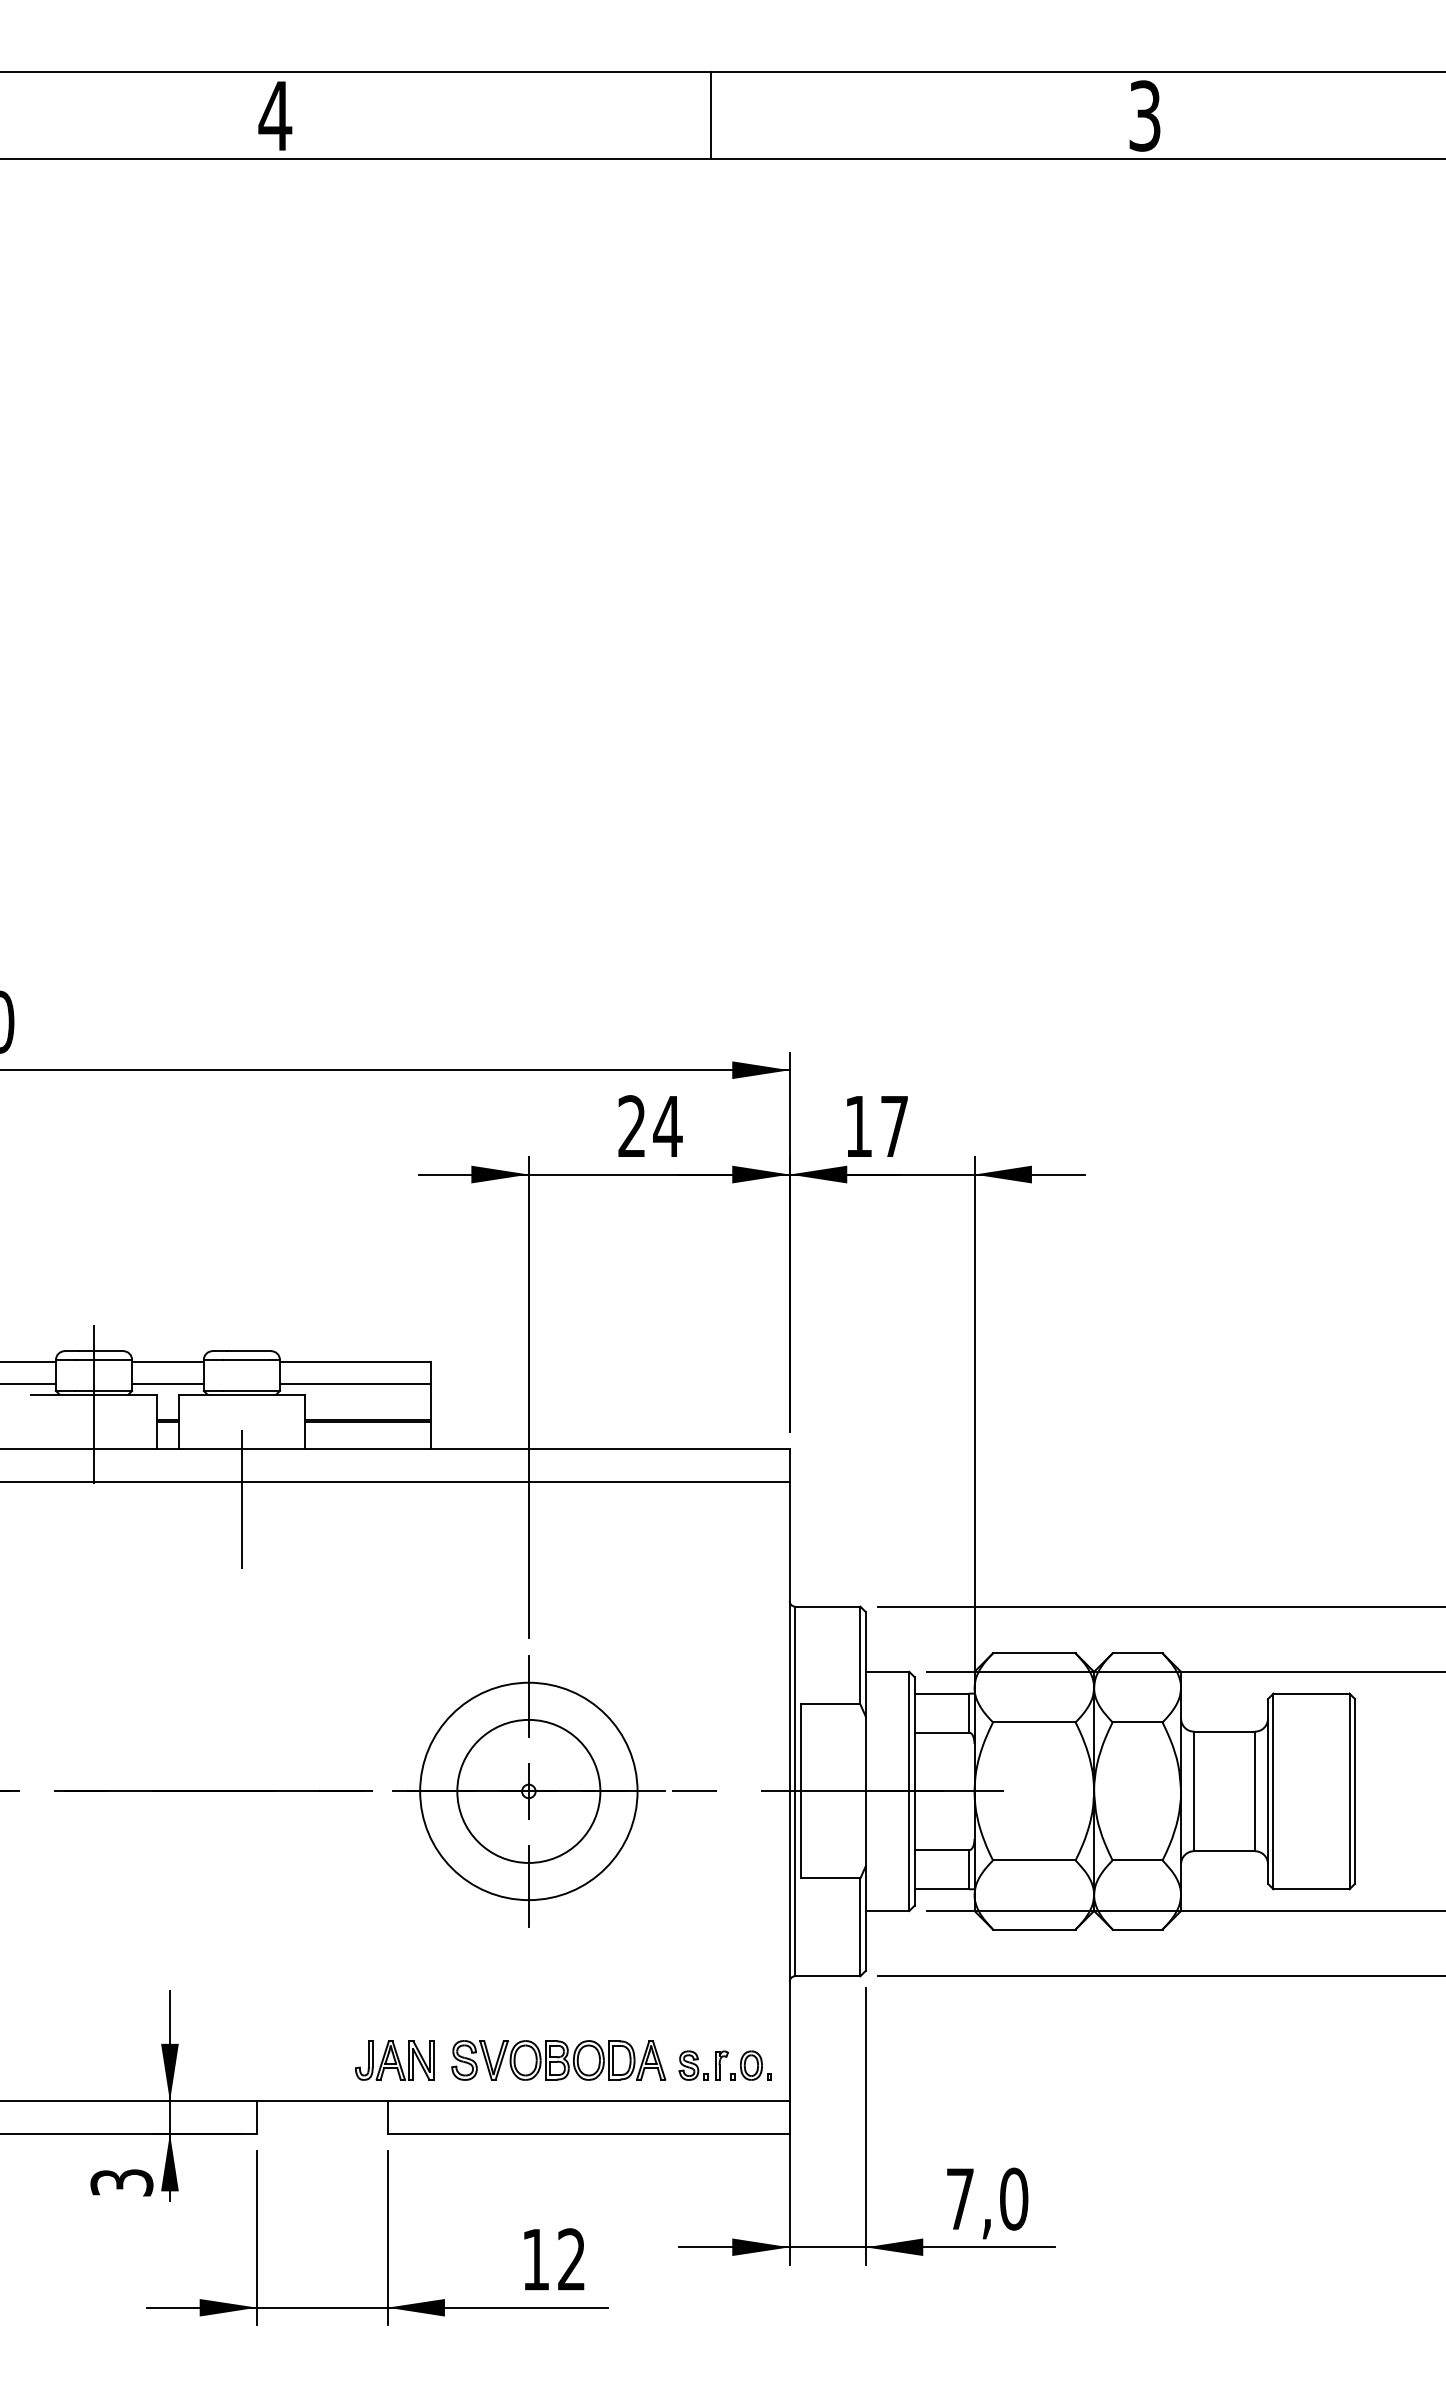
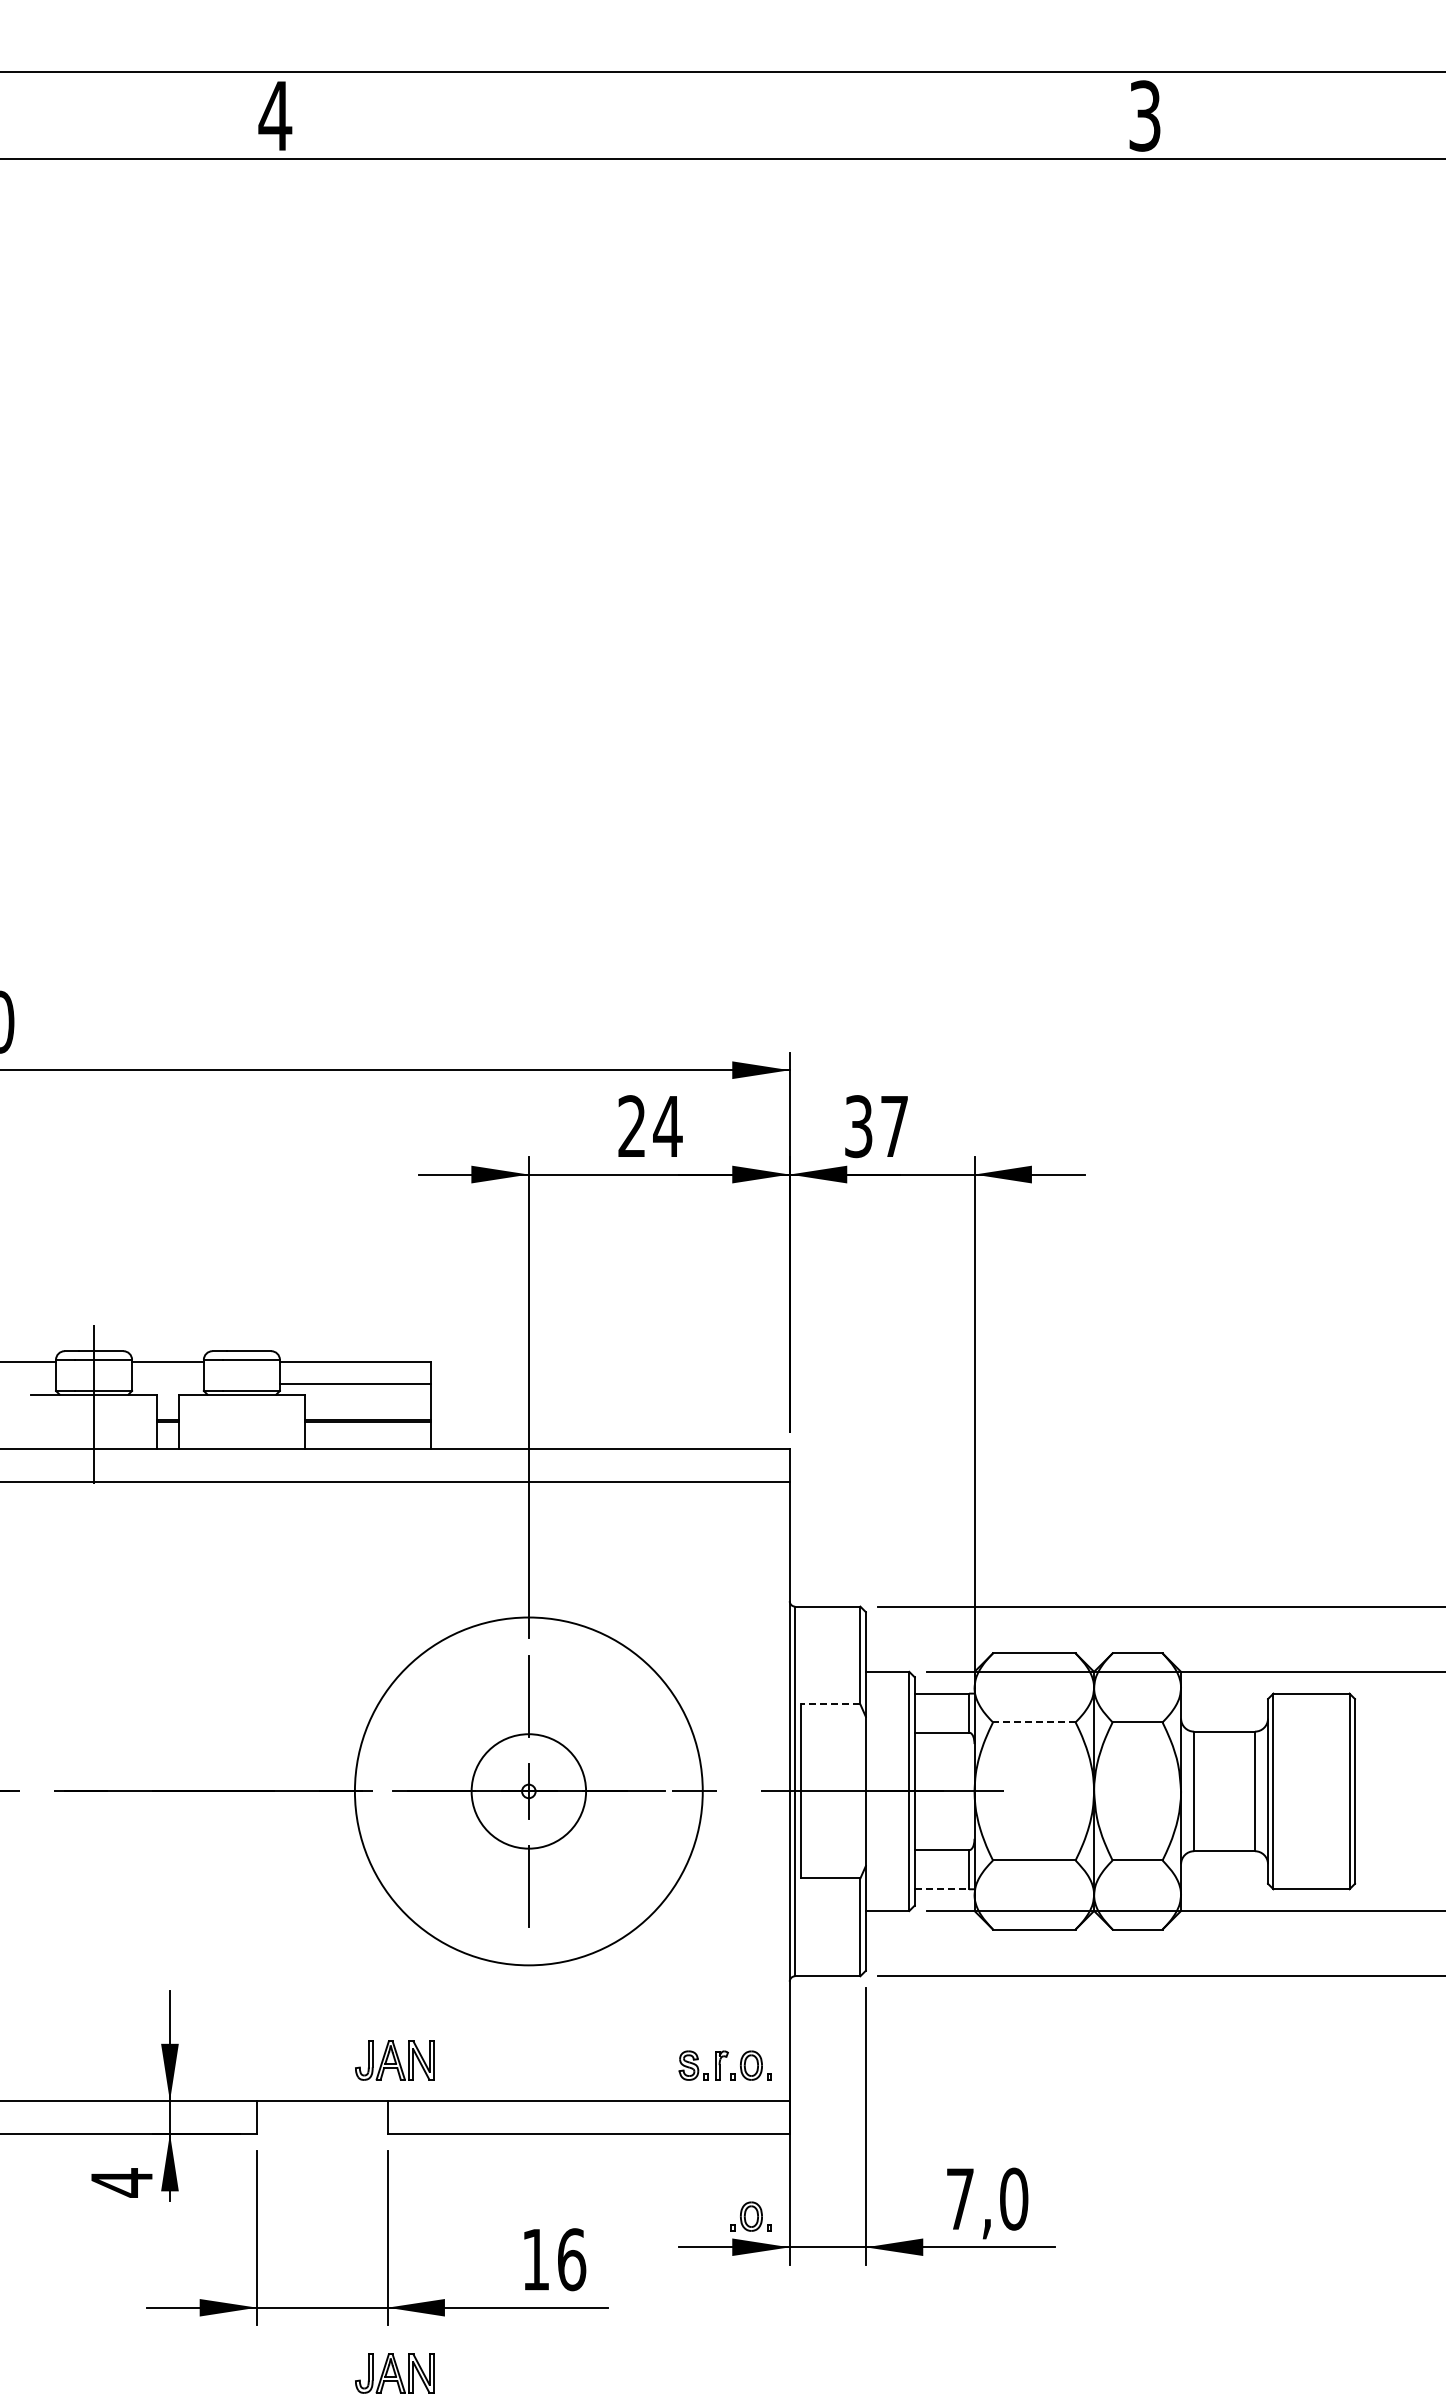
line at (711, 114): present -> none
text at (858, 1126): 17 -> 37
line at (29, 1383): present -> none
line at (167, 1383): present -> none
line at (241, 1499): present -> none
line at (830, 1704): solid -> dashed
line at (1033, 1722): solid -> dashed
circle at (528, 1790) diameter: 143 px -> 114 px
circle at (528, 1791) diameter: 217 px -> 348 px
line at (942, 1889): solid -> dashed
part at (558, 2060): present -> none
text at (121, 2182): 3 -> 4
part at (750, 2216): none -> present
text at (572, 2259): 12 -> 16
part at (394, 2373): none -> present
